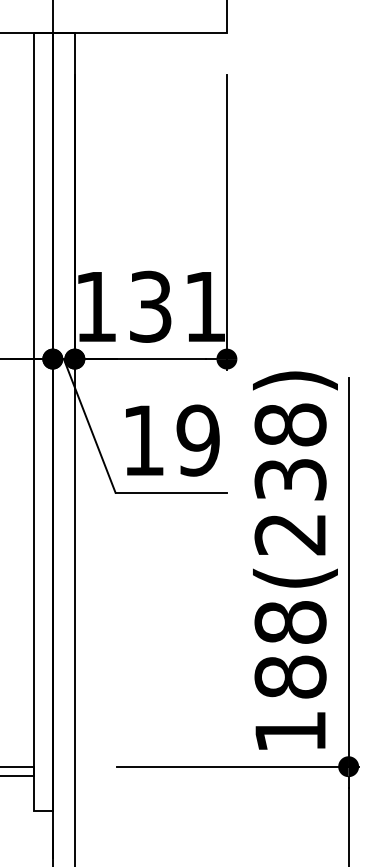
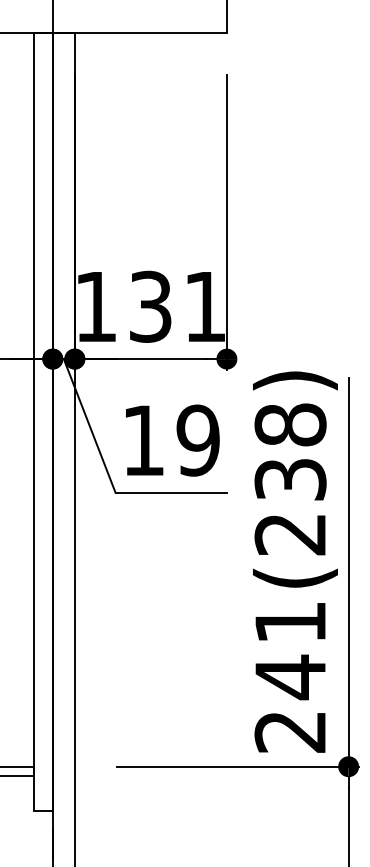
text at (290, 676): 188(238) -> 241(238)
